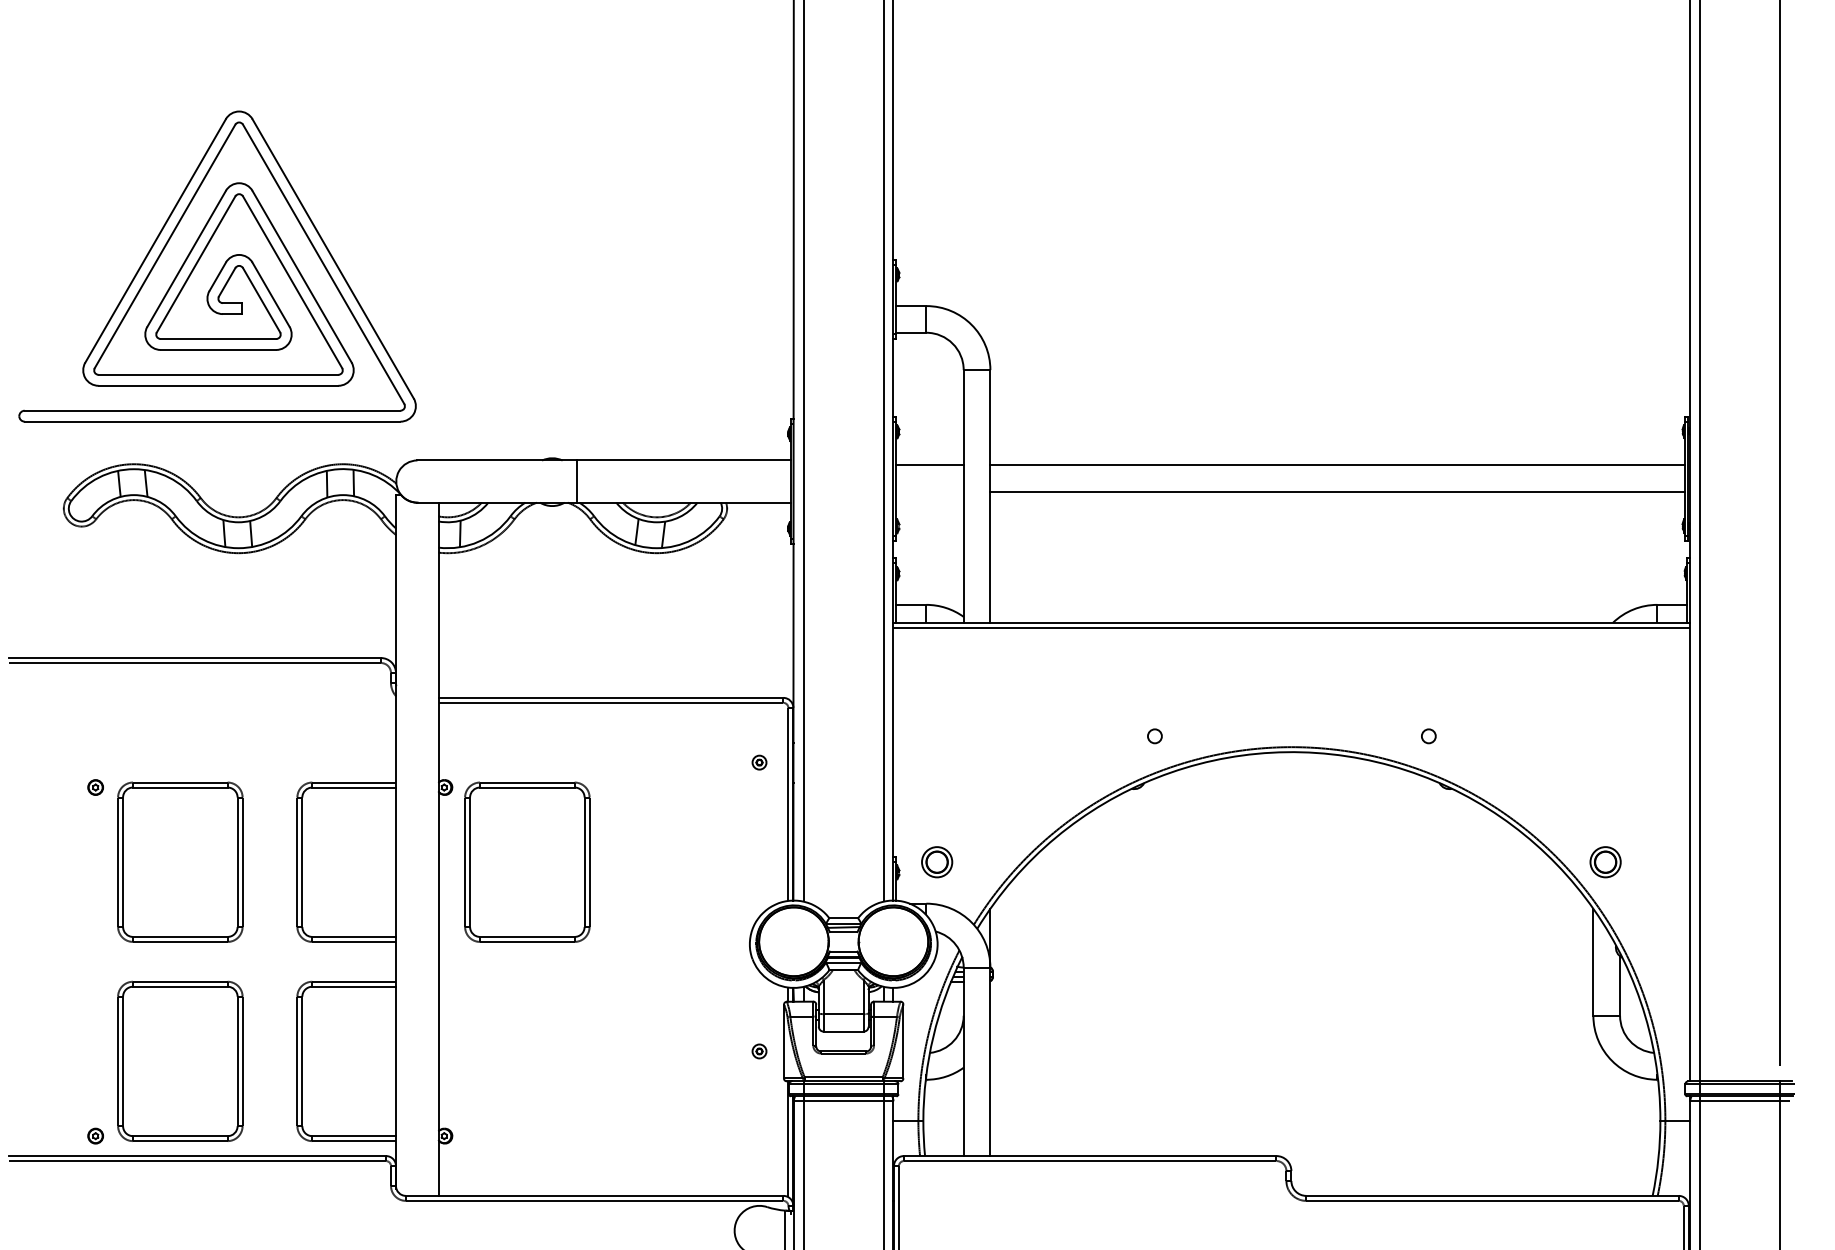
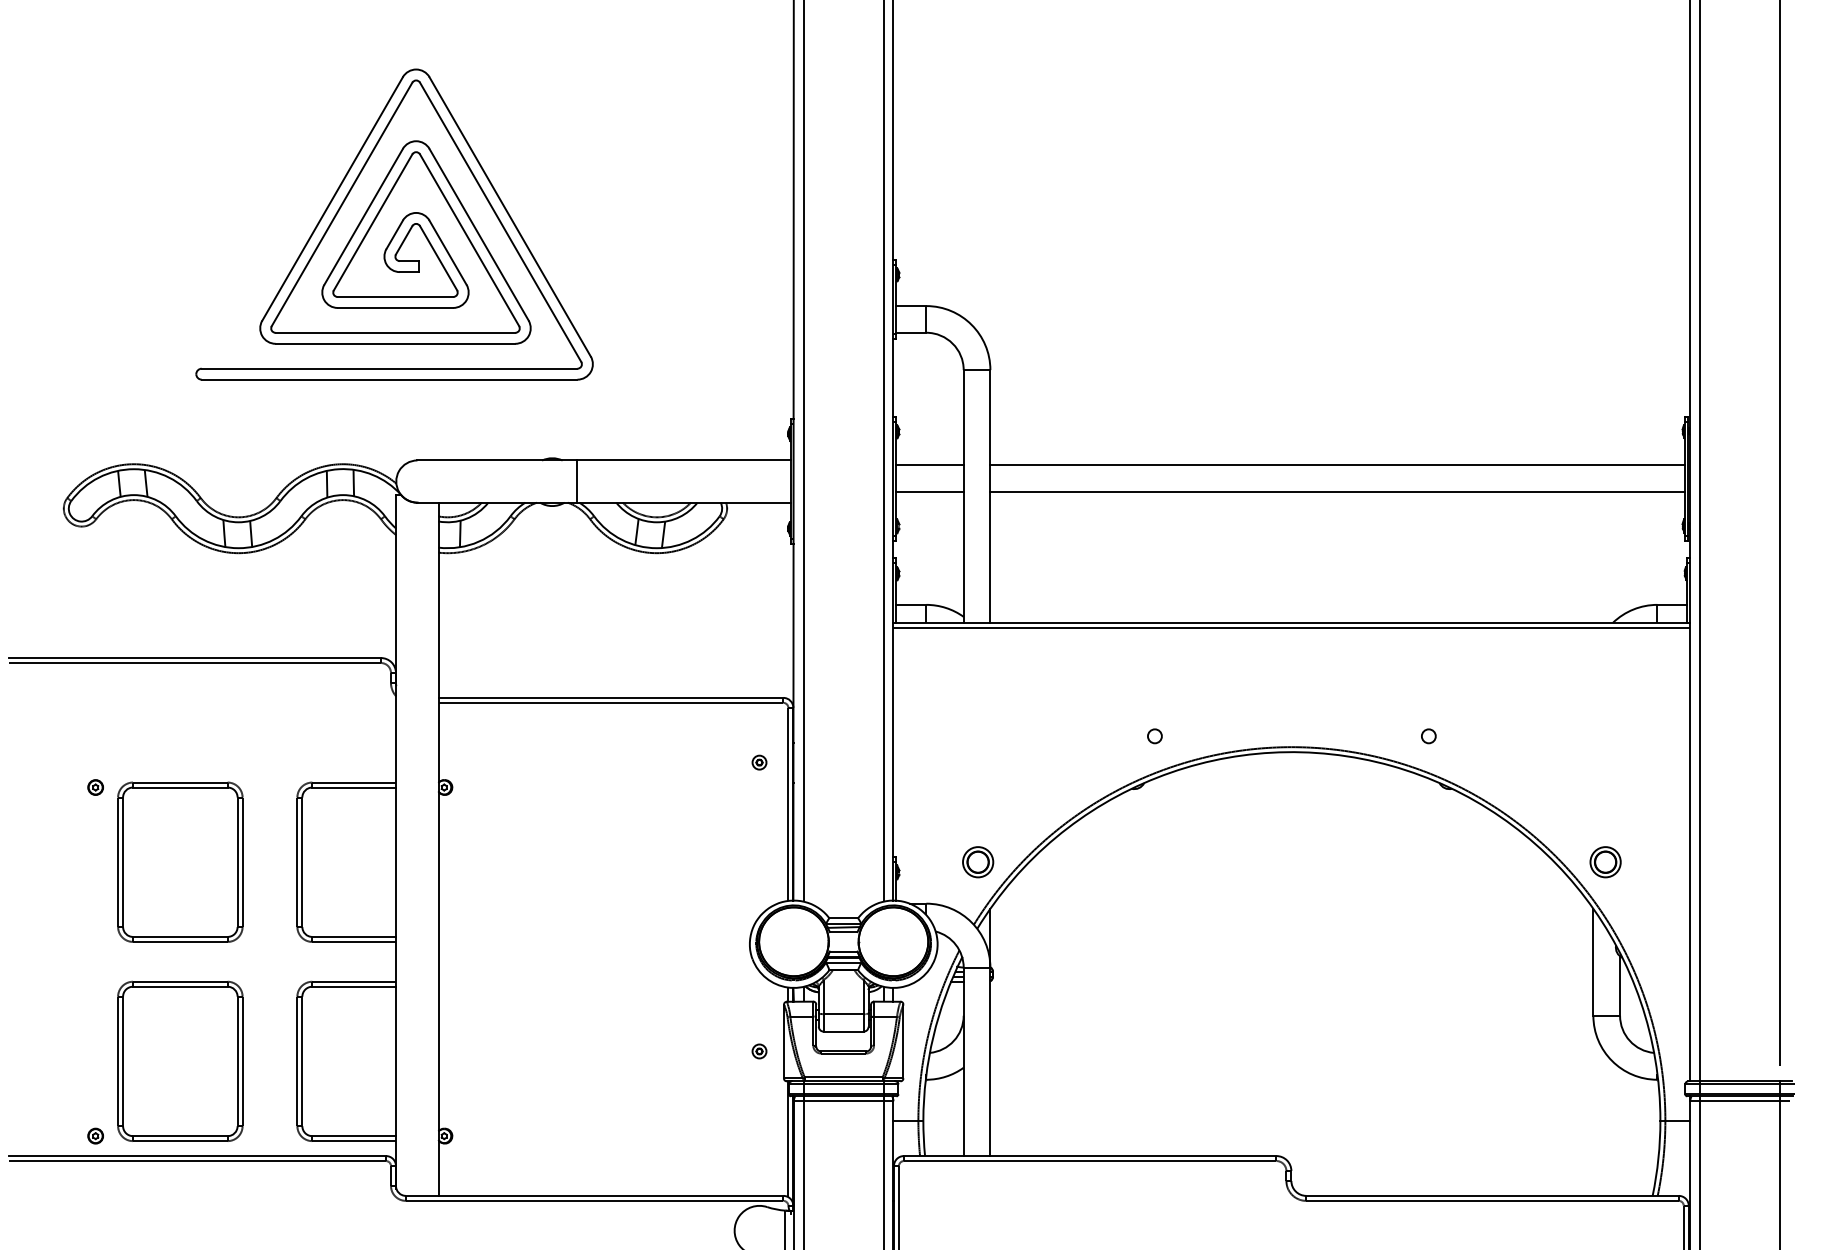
part at (217, 266) position: (217, 266) -> (394, 224)
line at (929, 492): none -> present
part at (527, 861): present -> none
part at (937, 862) position: (937, 862) -> (978, 862)
